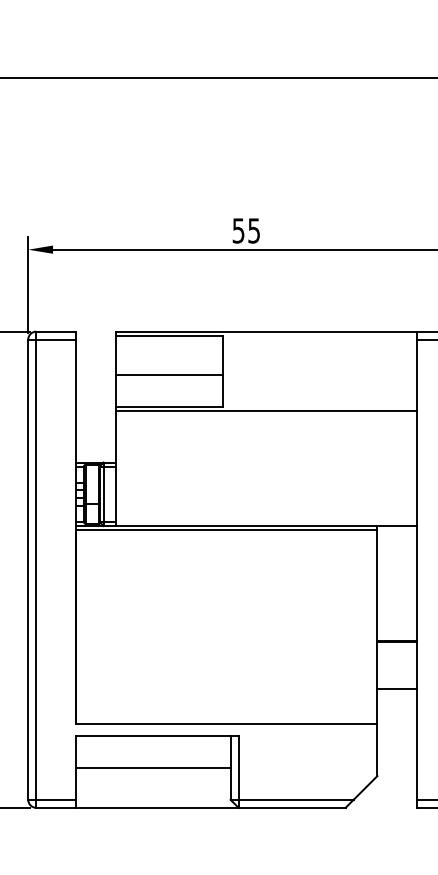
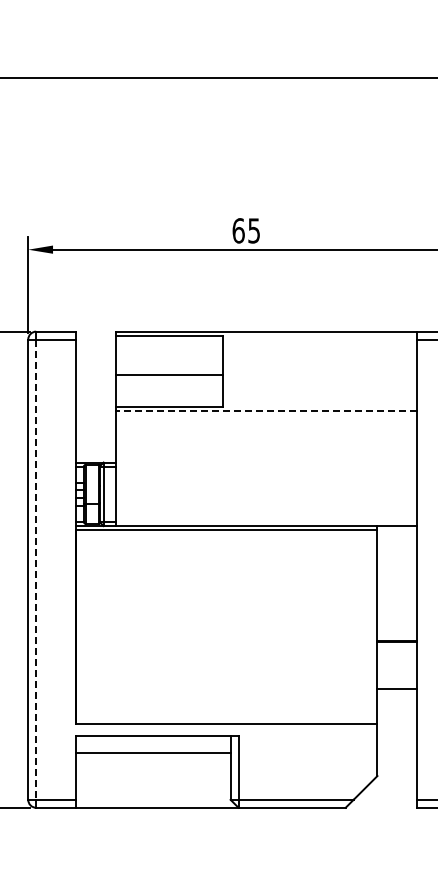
text at (238, 230): 55 -> 65
line at (266, 411): solid -> dashed
line at (36, 570): solid -> dashed
line at (152, 768) position: (152, 768) -> (152, 753)
